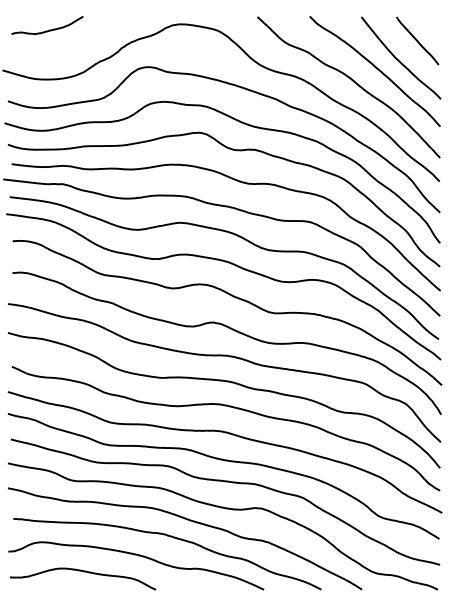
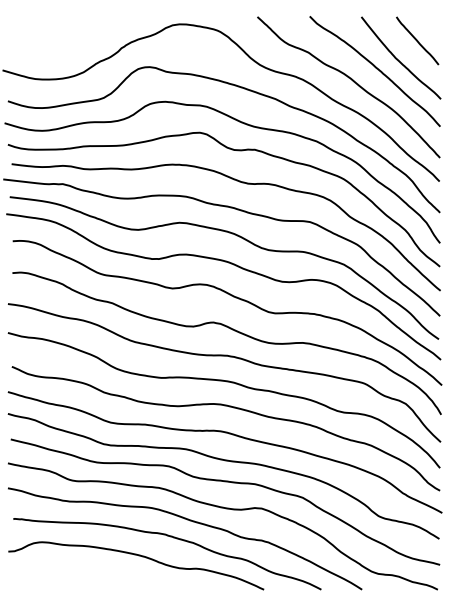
curve at (49, 29): present -> none
curve at (83, 572): present -> none
